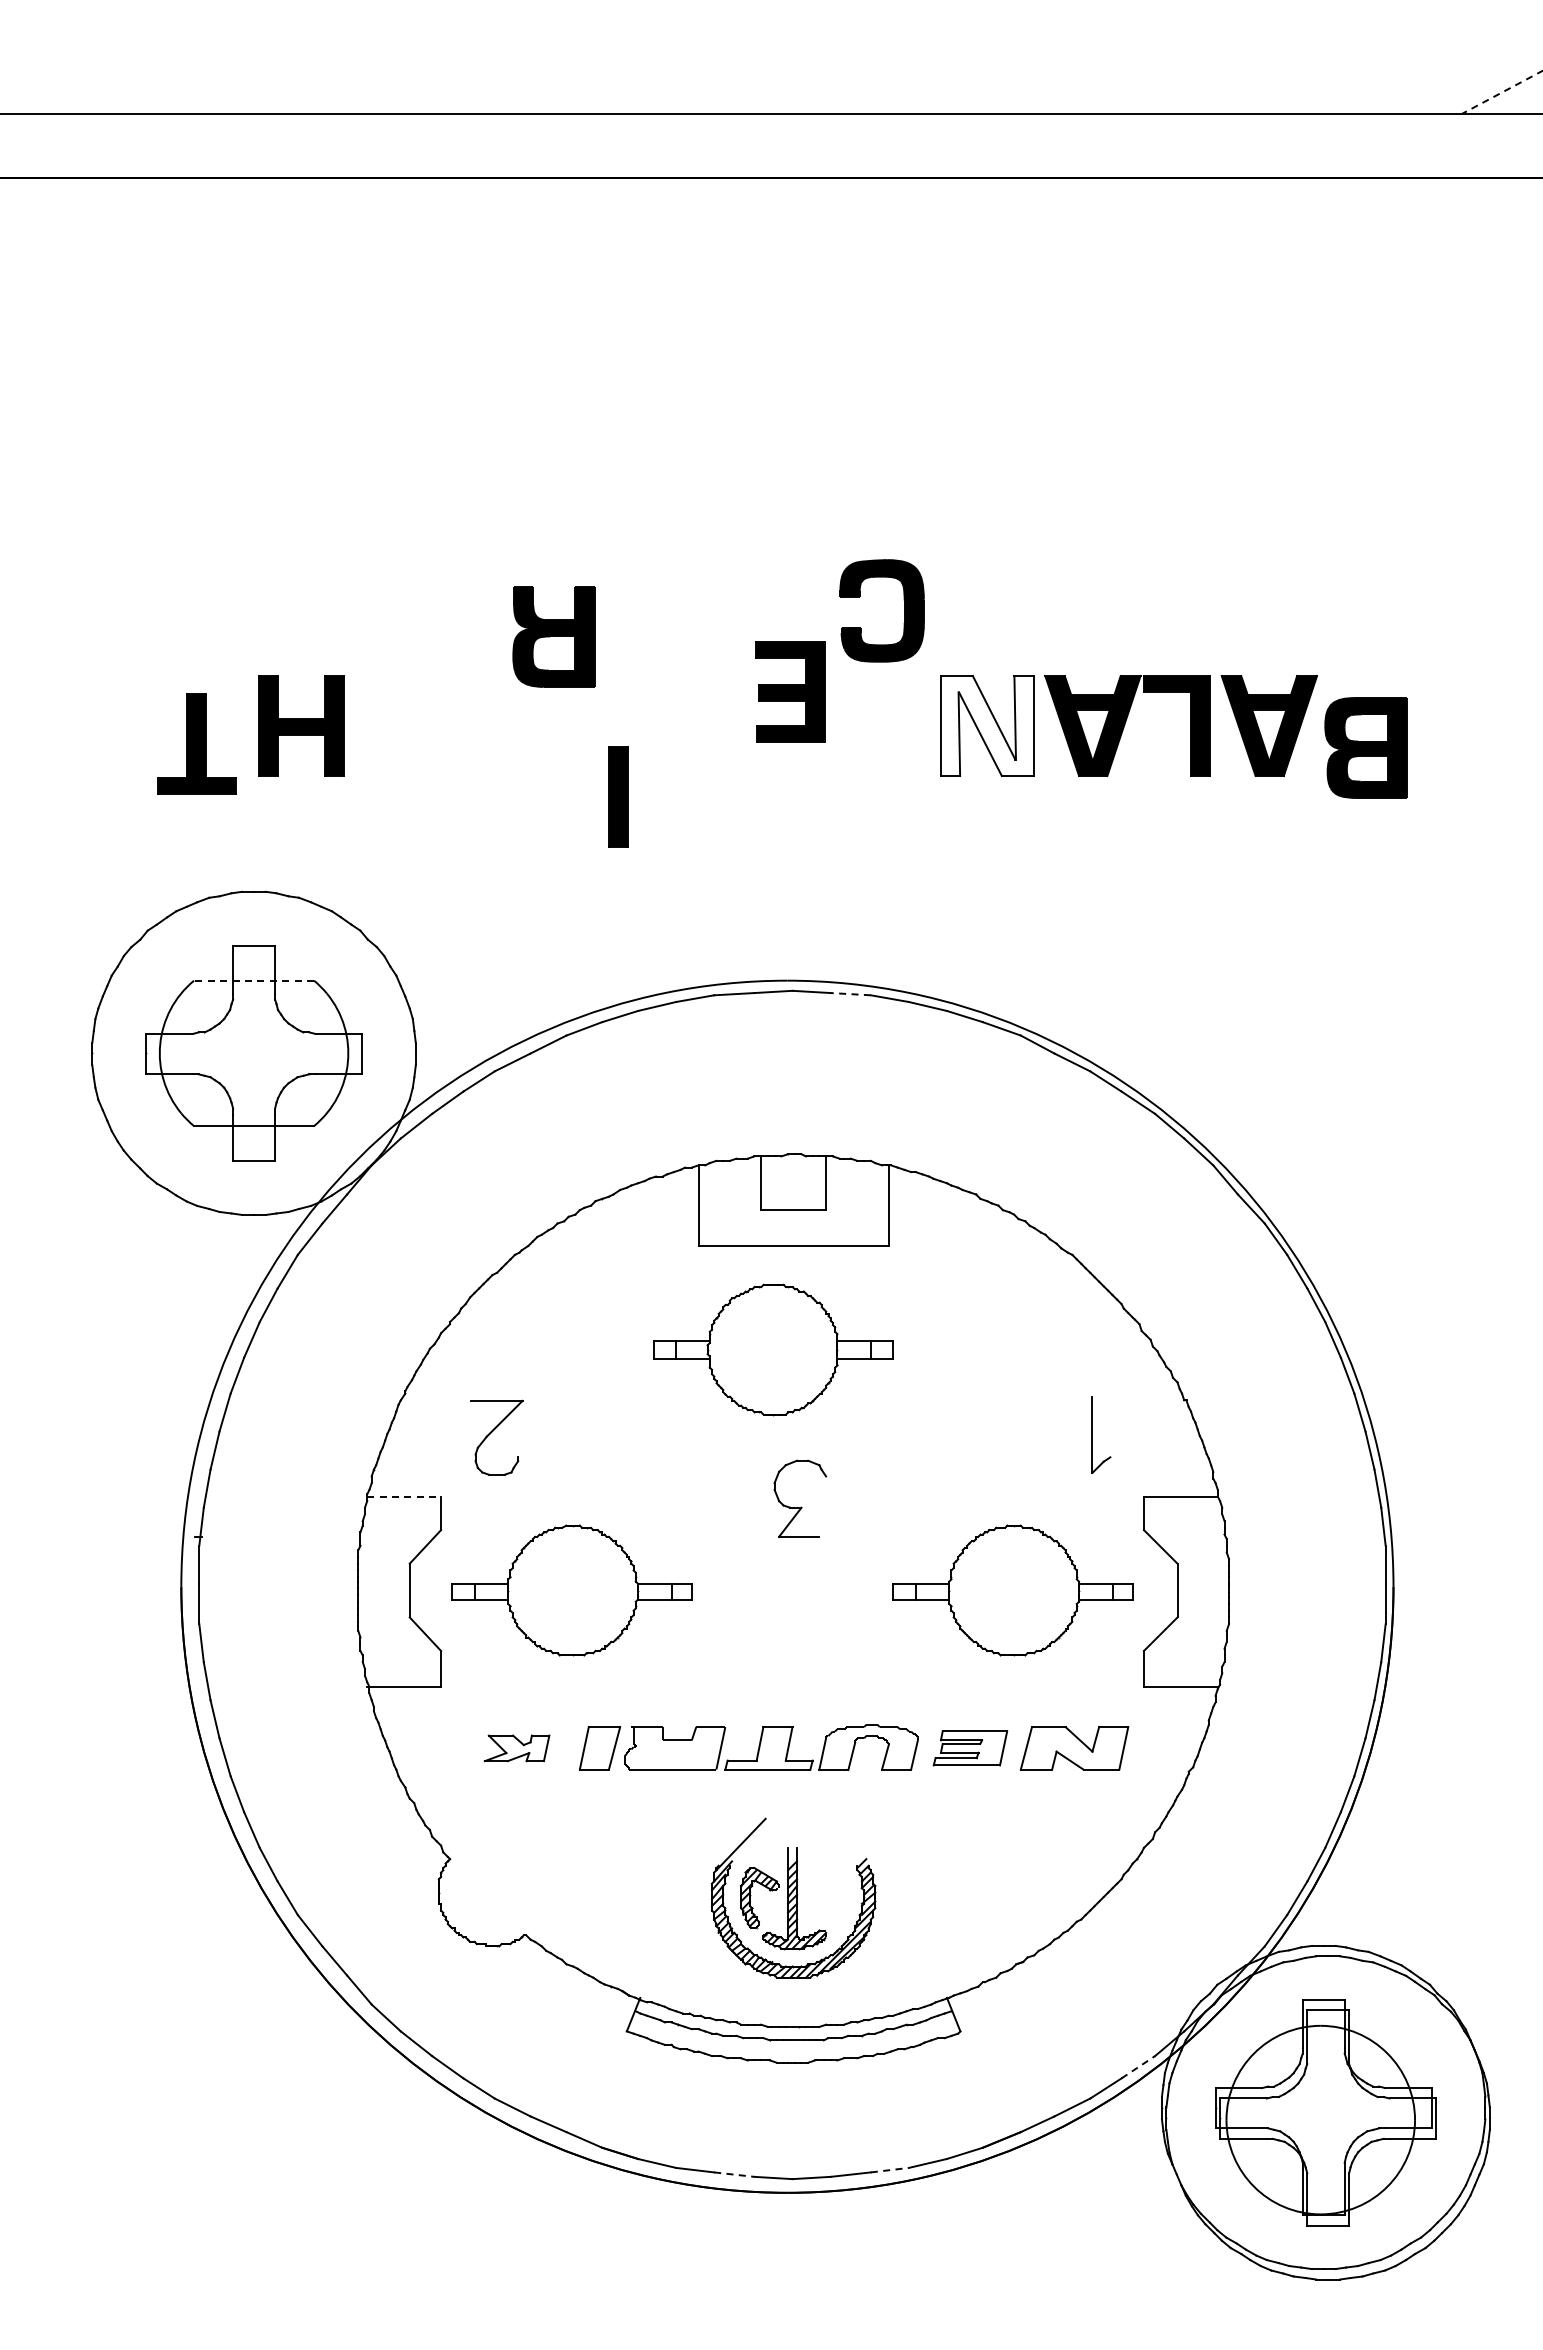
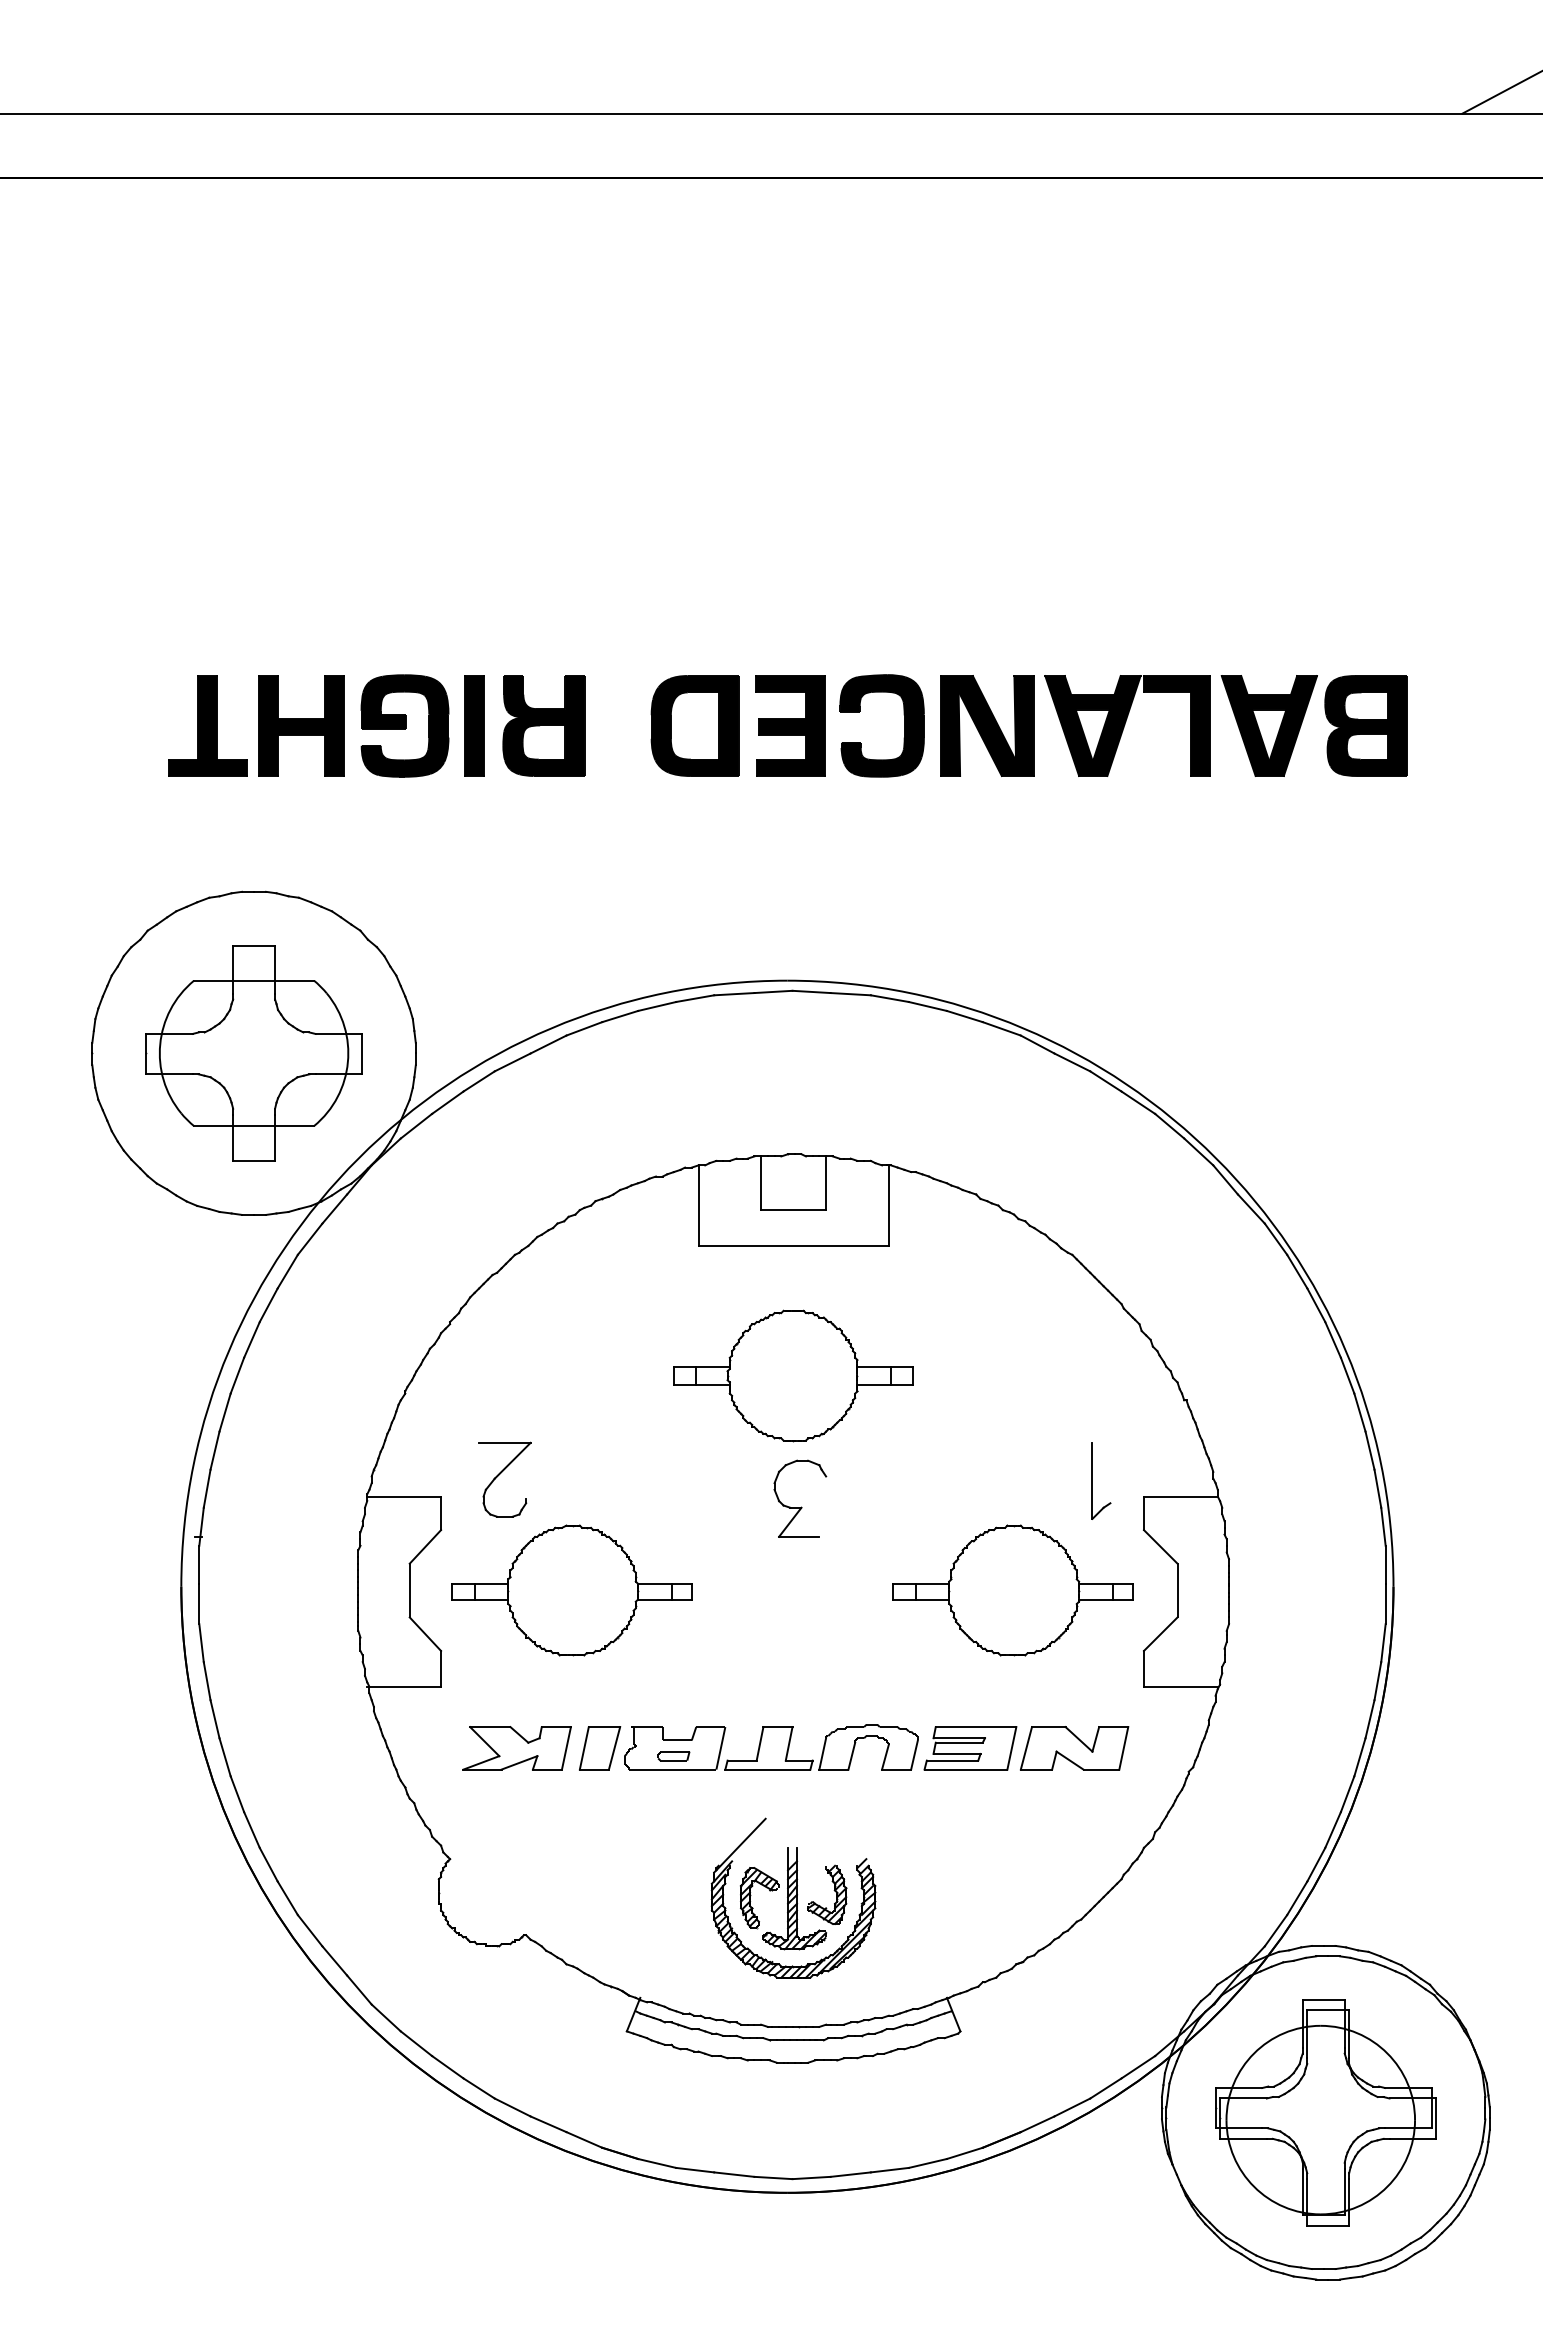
line at (1502, 92): dashed -> solid
part at (904, 610) position: (904, 610) -> (904, 725)
part at (553, 636) position: (553, 636) -> (543, 725)
part at (790, 691) position: (790, 691) -> (790, 725)
part at (404, 725): none -> present
part at (694, 725): none -> present
fill at (986, 726): none -> present
part at (196, 743) position: (196, 743) -> (207, 725)
part at (1365, 747) position: (1365, 747) -> (1365, 725)
part at (618, 796) position: (618, 796) -> (474, 725)
line at (254, 980): dashed -> solid
line at (850, 994): dashed -> solid
part at (773, 1349) position: (773, 1349) -> (793, 1375)
part at (492, 1432) position: (492, 1432) -> (500, 1474)
part at (1092, 1434) position: (1092, 1434) -> (1092, 1480)
line at (404, 1496): dashed -> solid
part at (516, 1748) size: 68x29 px -> 110x45 px
part at (970, 1748) size: 77x37 px -> 95x45 px
part at (673, 1756): none -> present
part at (833, 1890): none -> present
line at (1138, 2066): dashed -> solid
line at (890, 2170): dashed -> solid
line at (734, 2174): dashed -> solid
